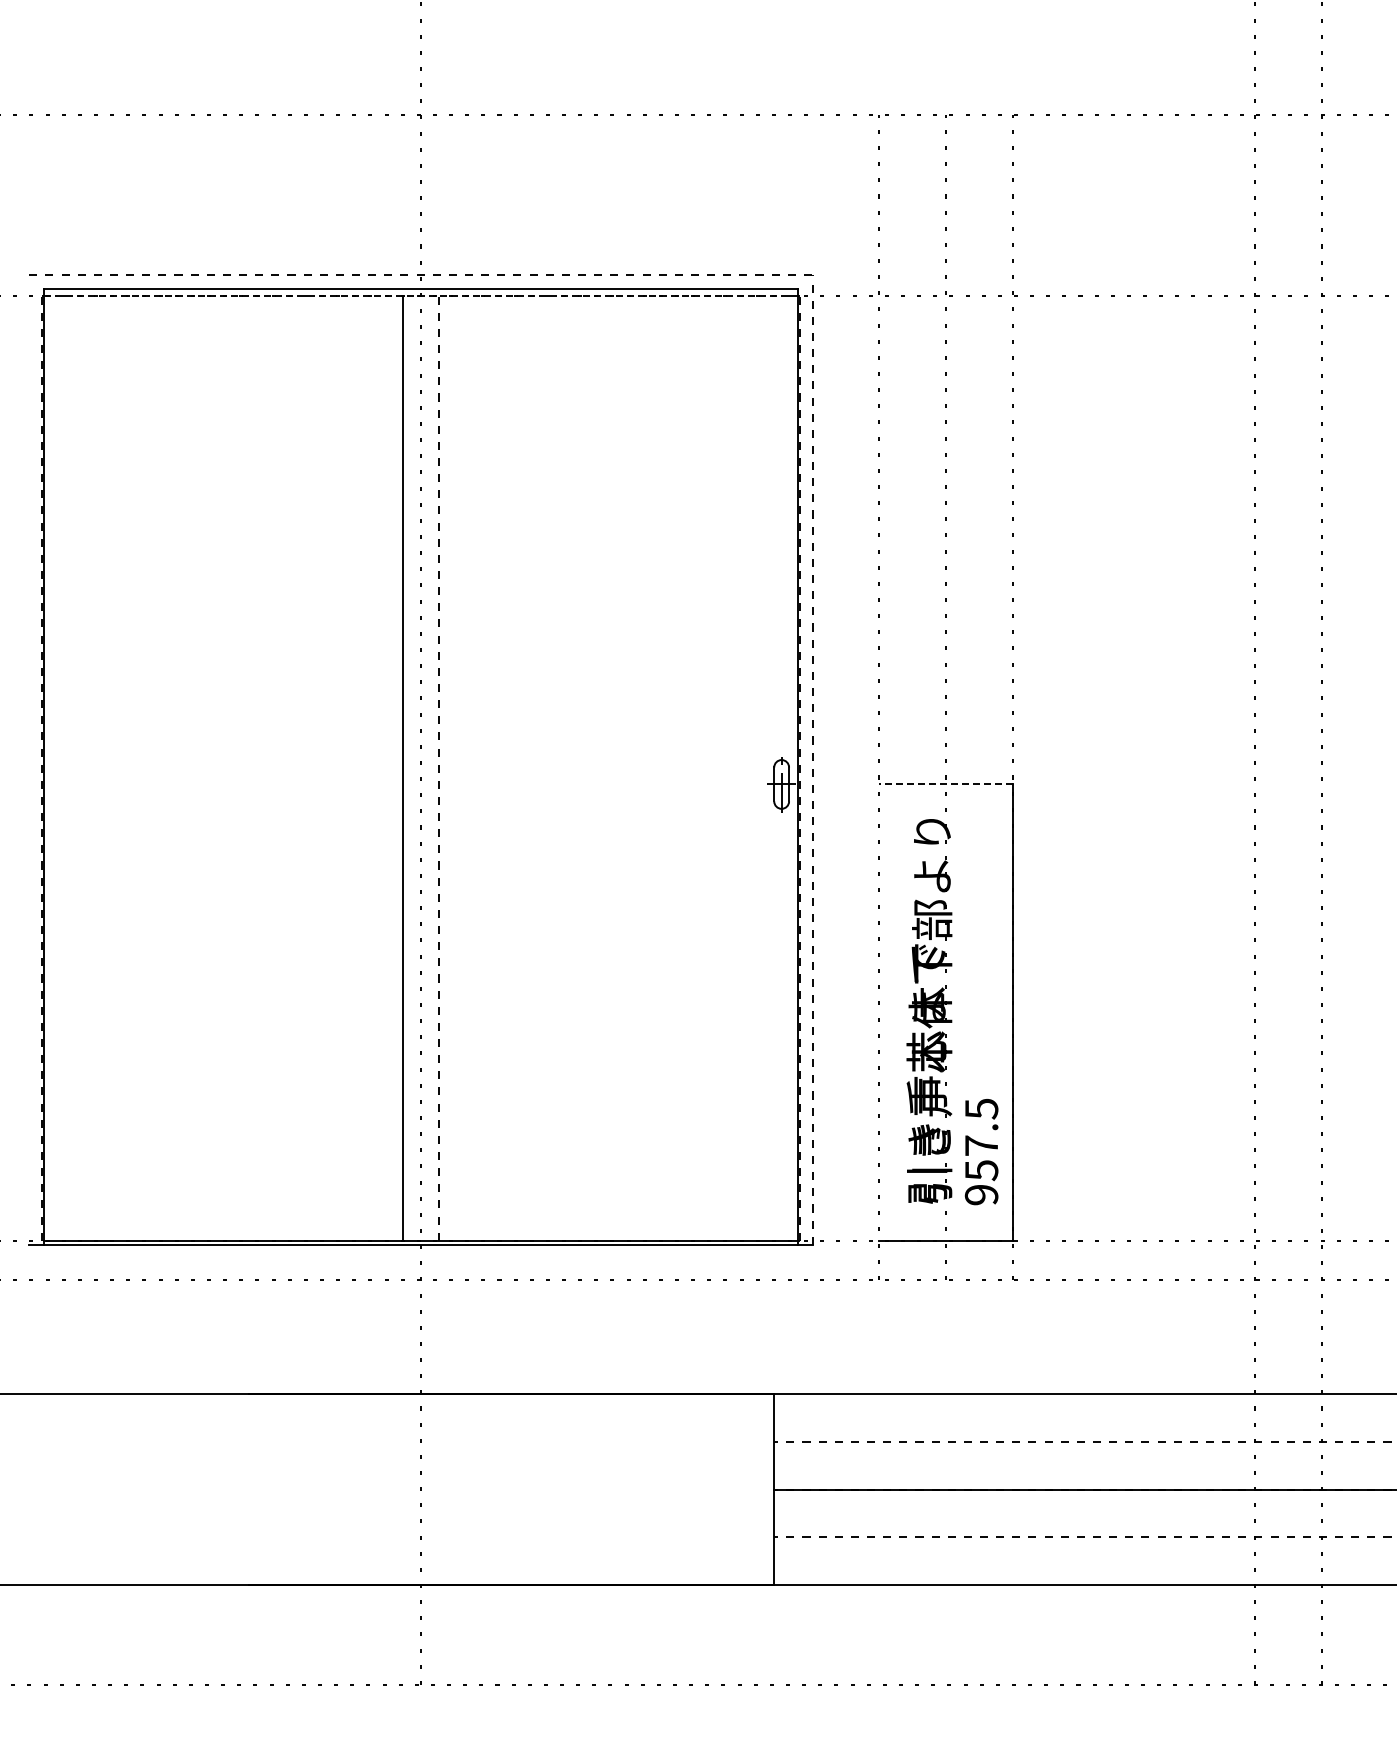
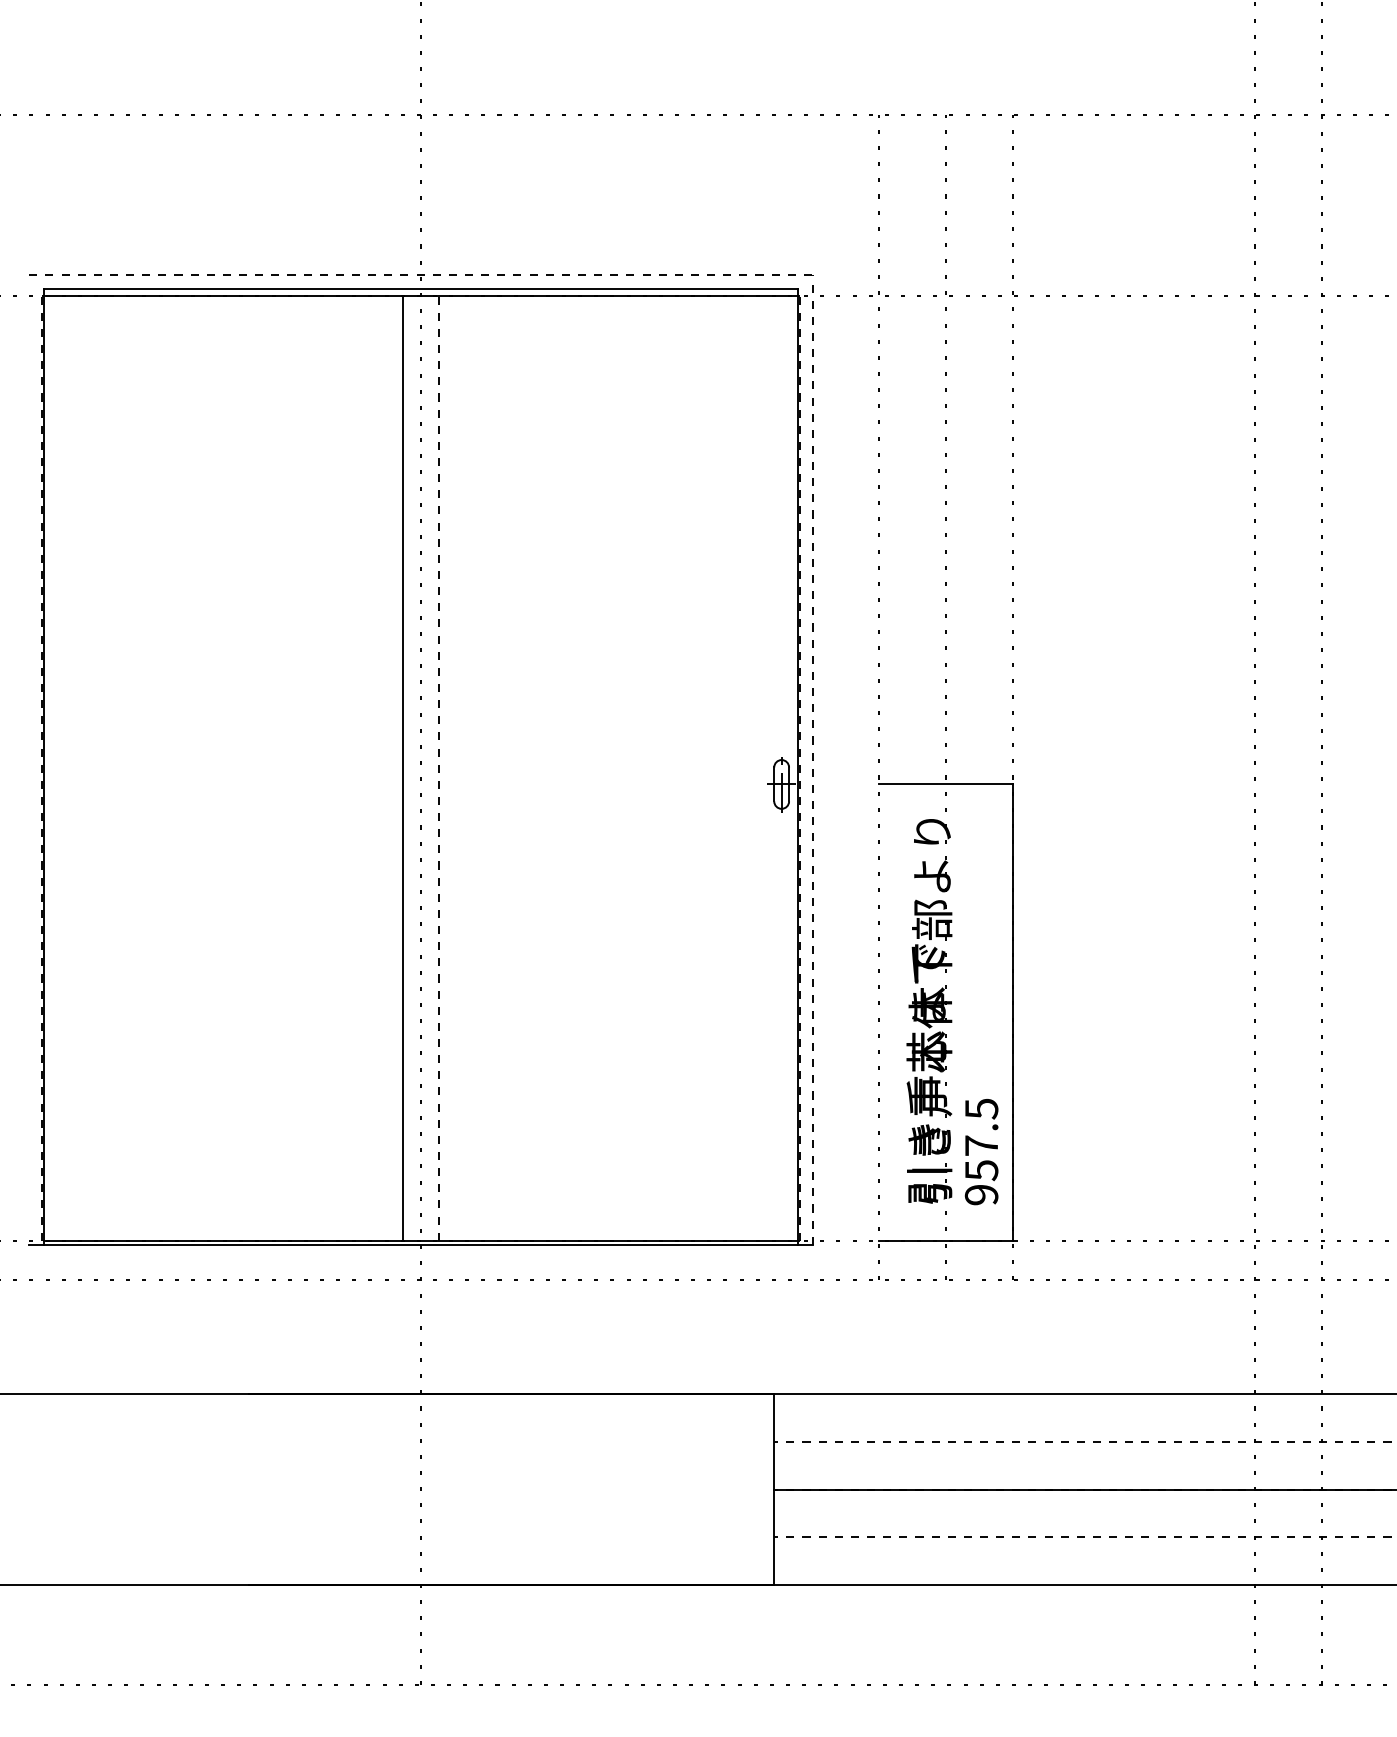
line at (421, 295): dashed -> solid
line at (946, 784): dashed -> solid
